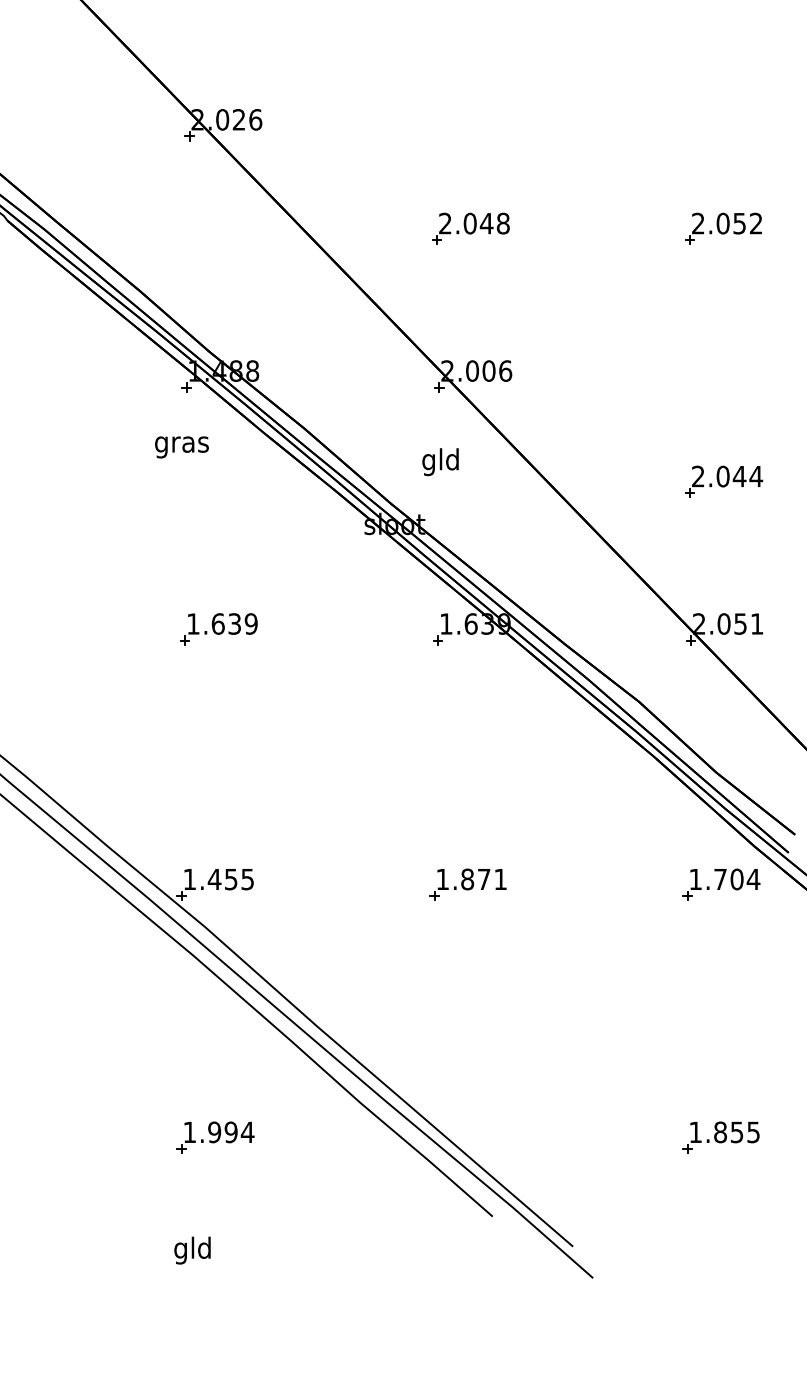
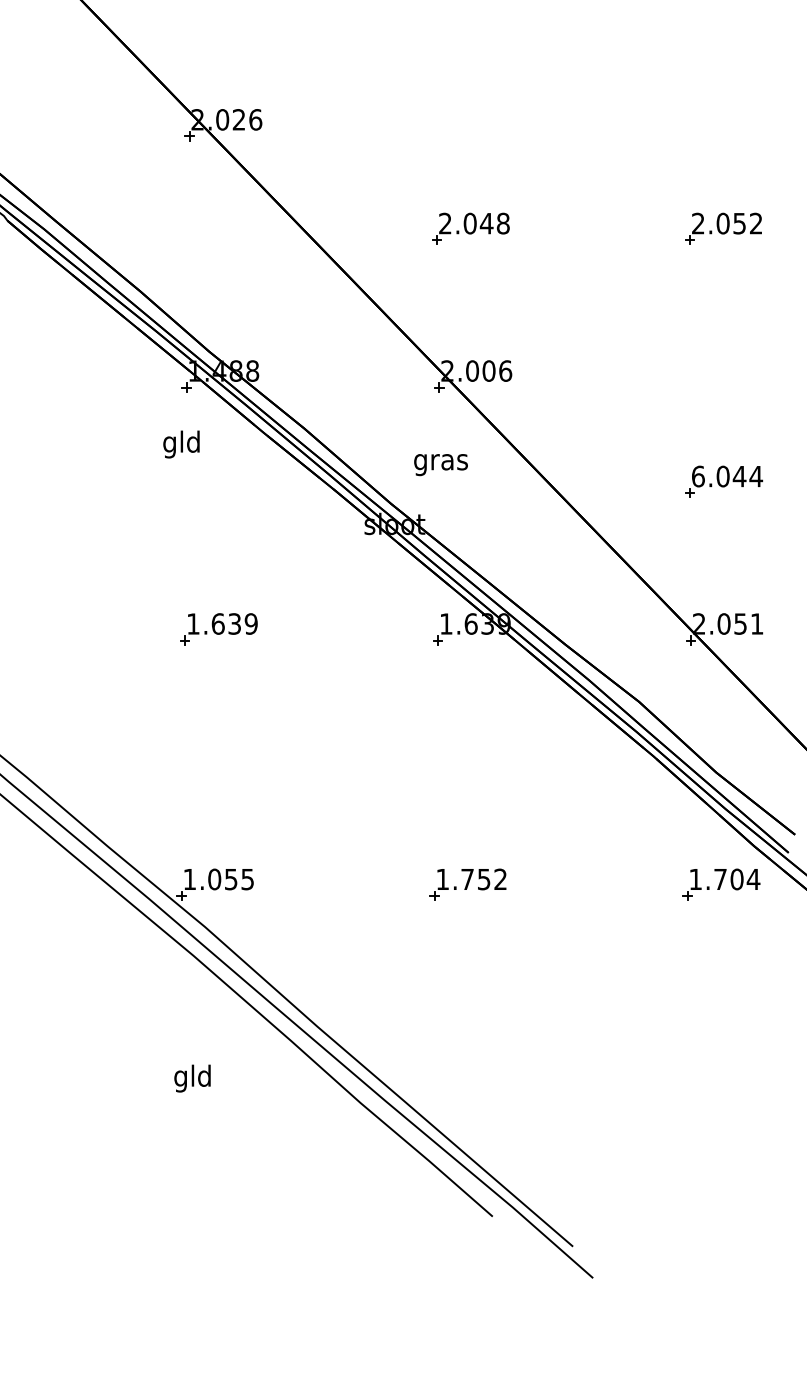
text at (181, 444): gras -> gld
text at (440, 462): gld -> gras
text at (698, 476): 2.044 -> 6.044
text at (214, 879): 1.455 -> 1.055
text at (483, 879): 1.871 -> 1.752
part at (215, 1137): present -> none
part at (720, 1137): present -> none
text at (192, 1250) position: (192, 1250) -> (192, 1078)
